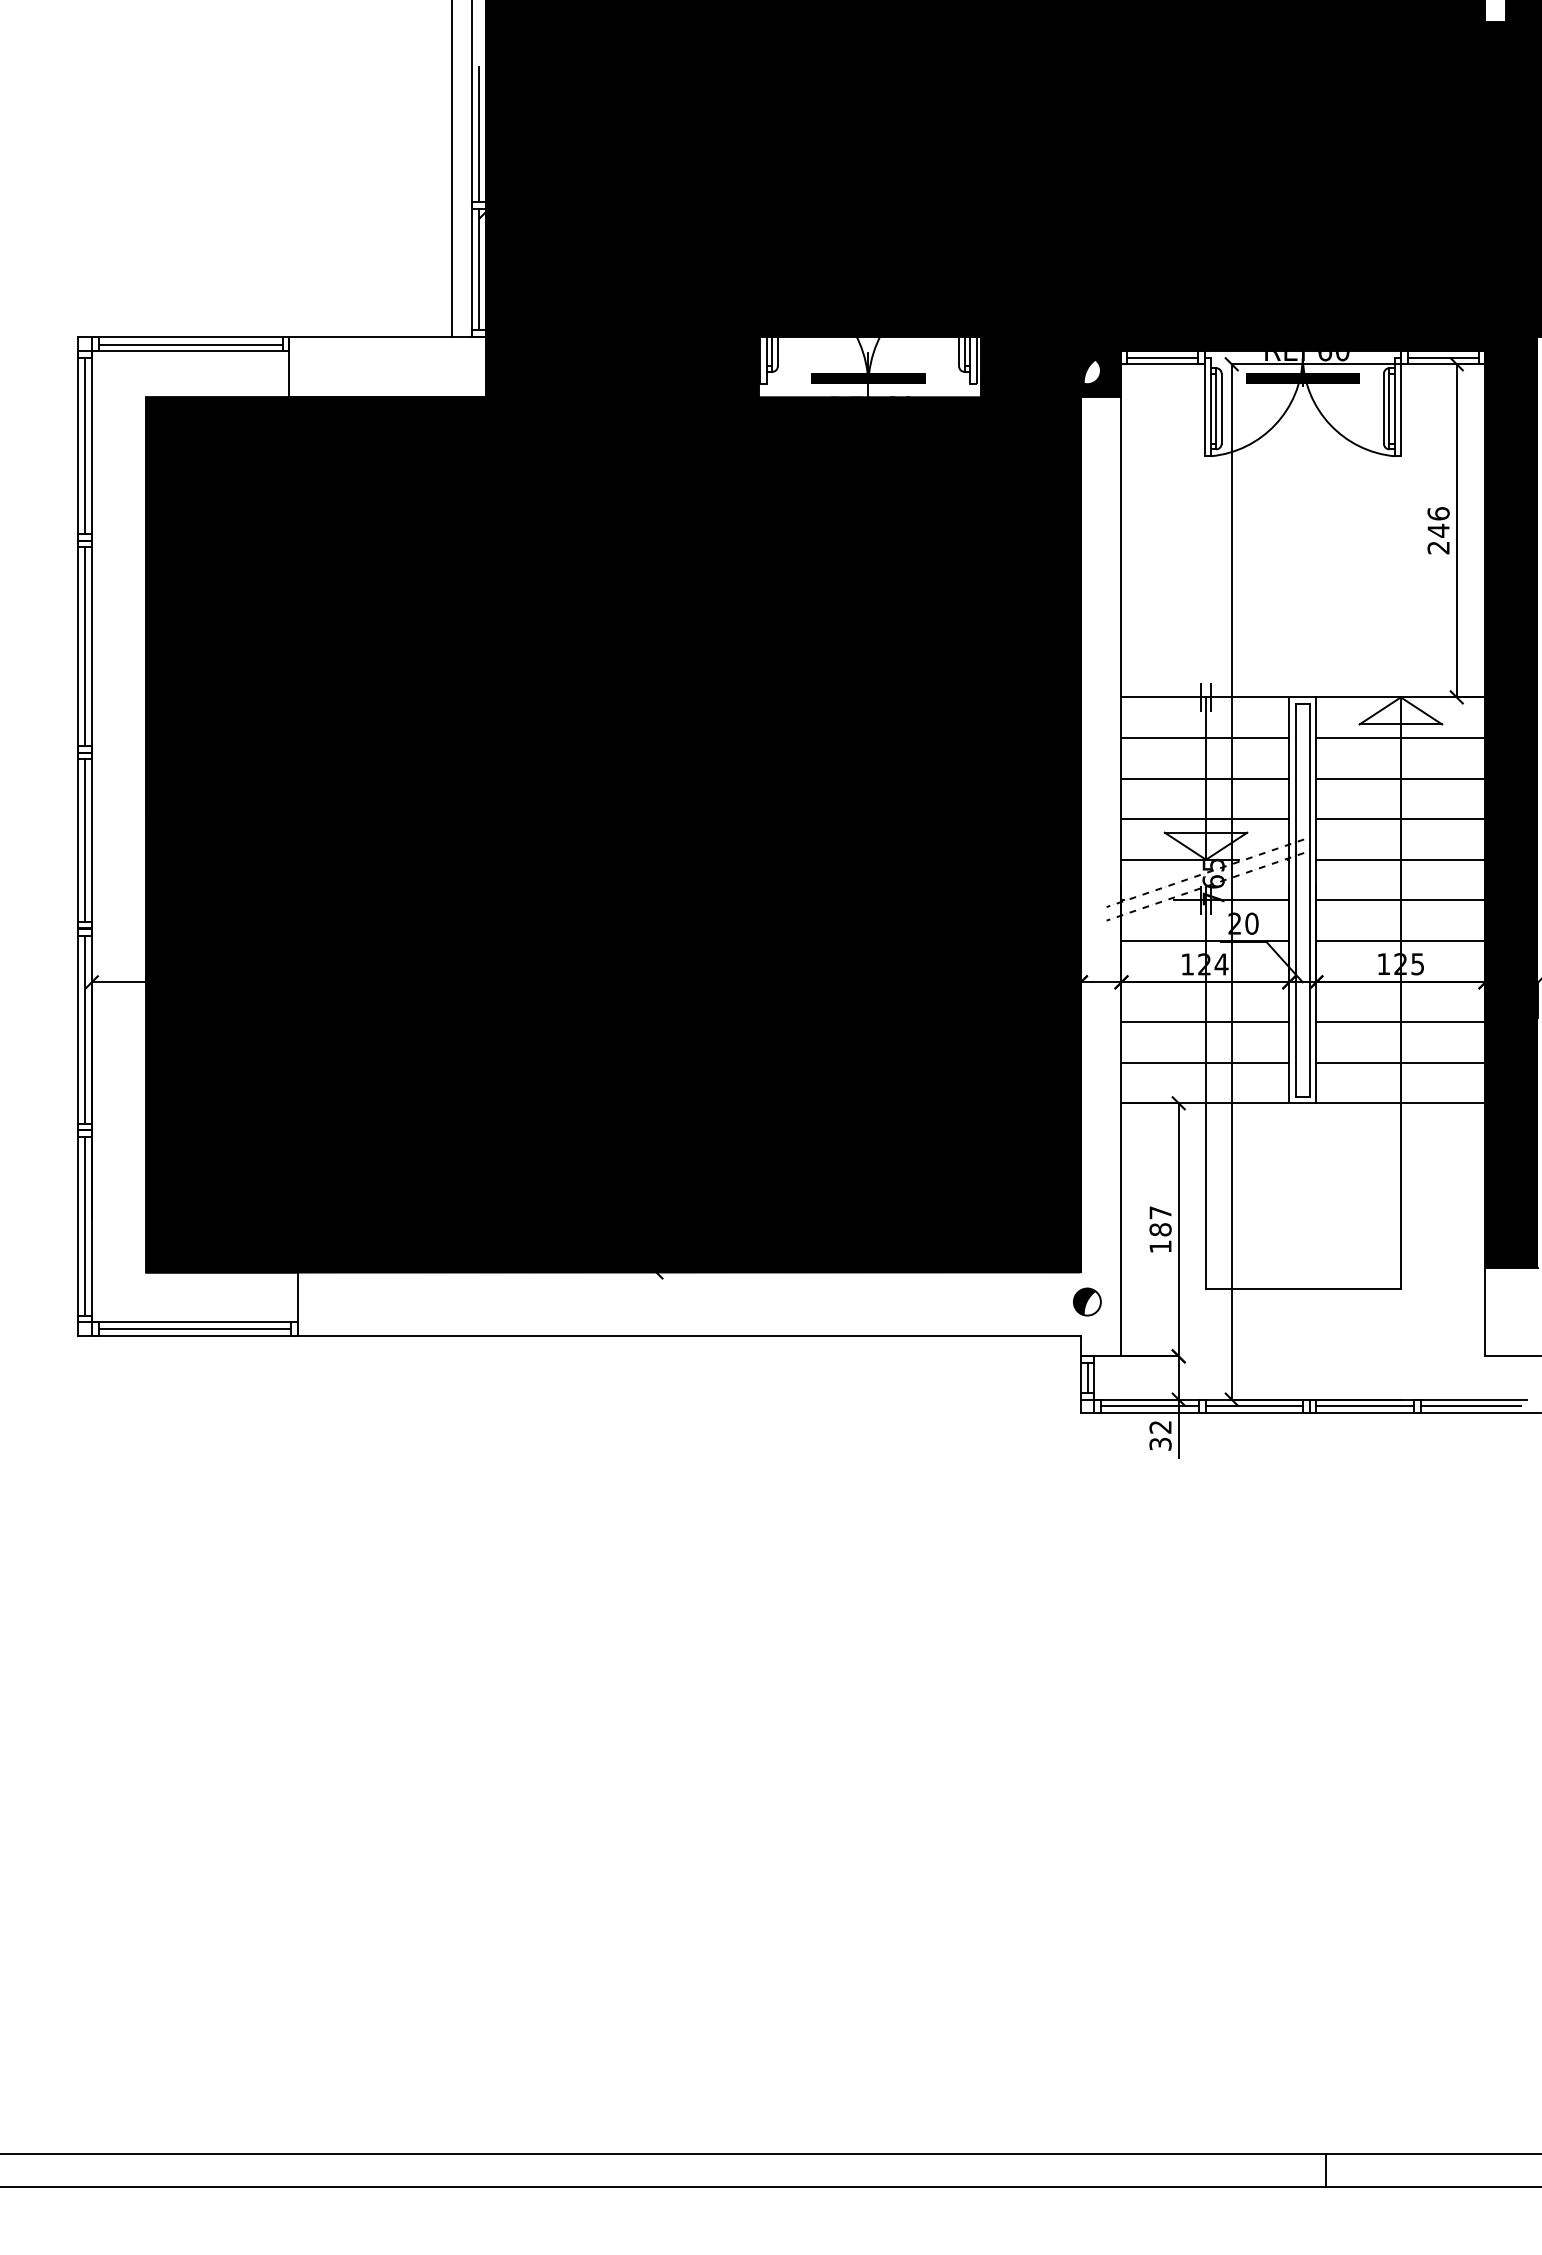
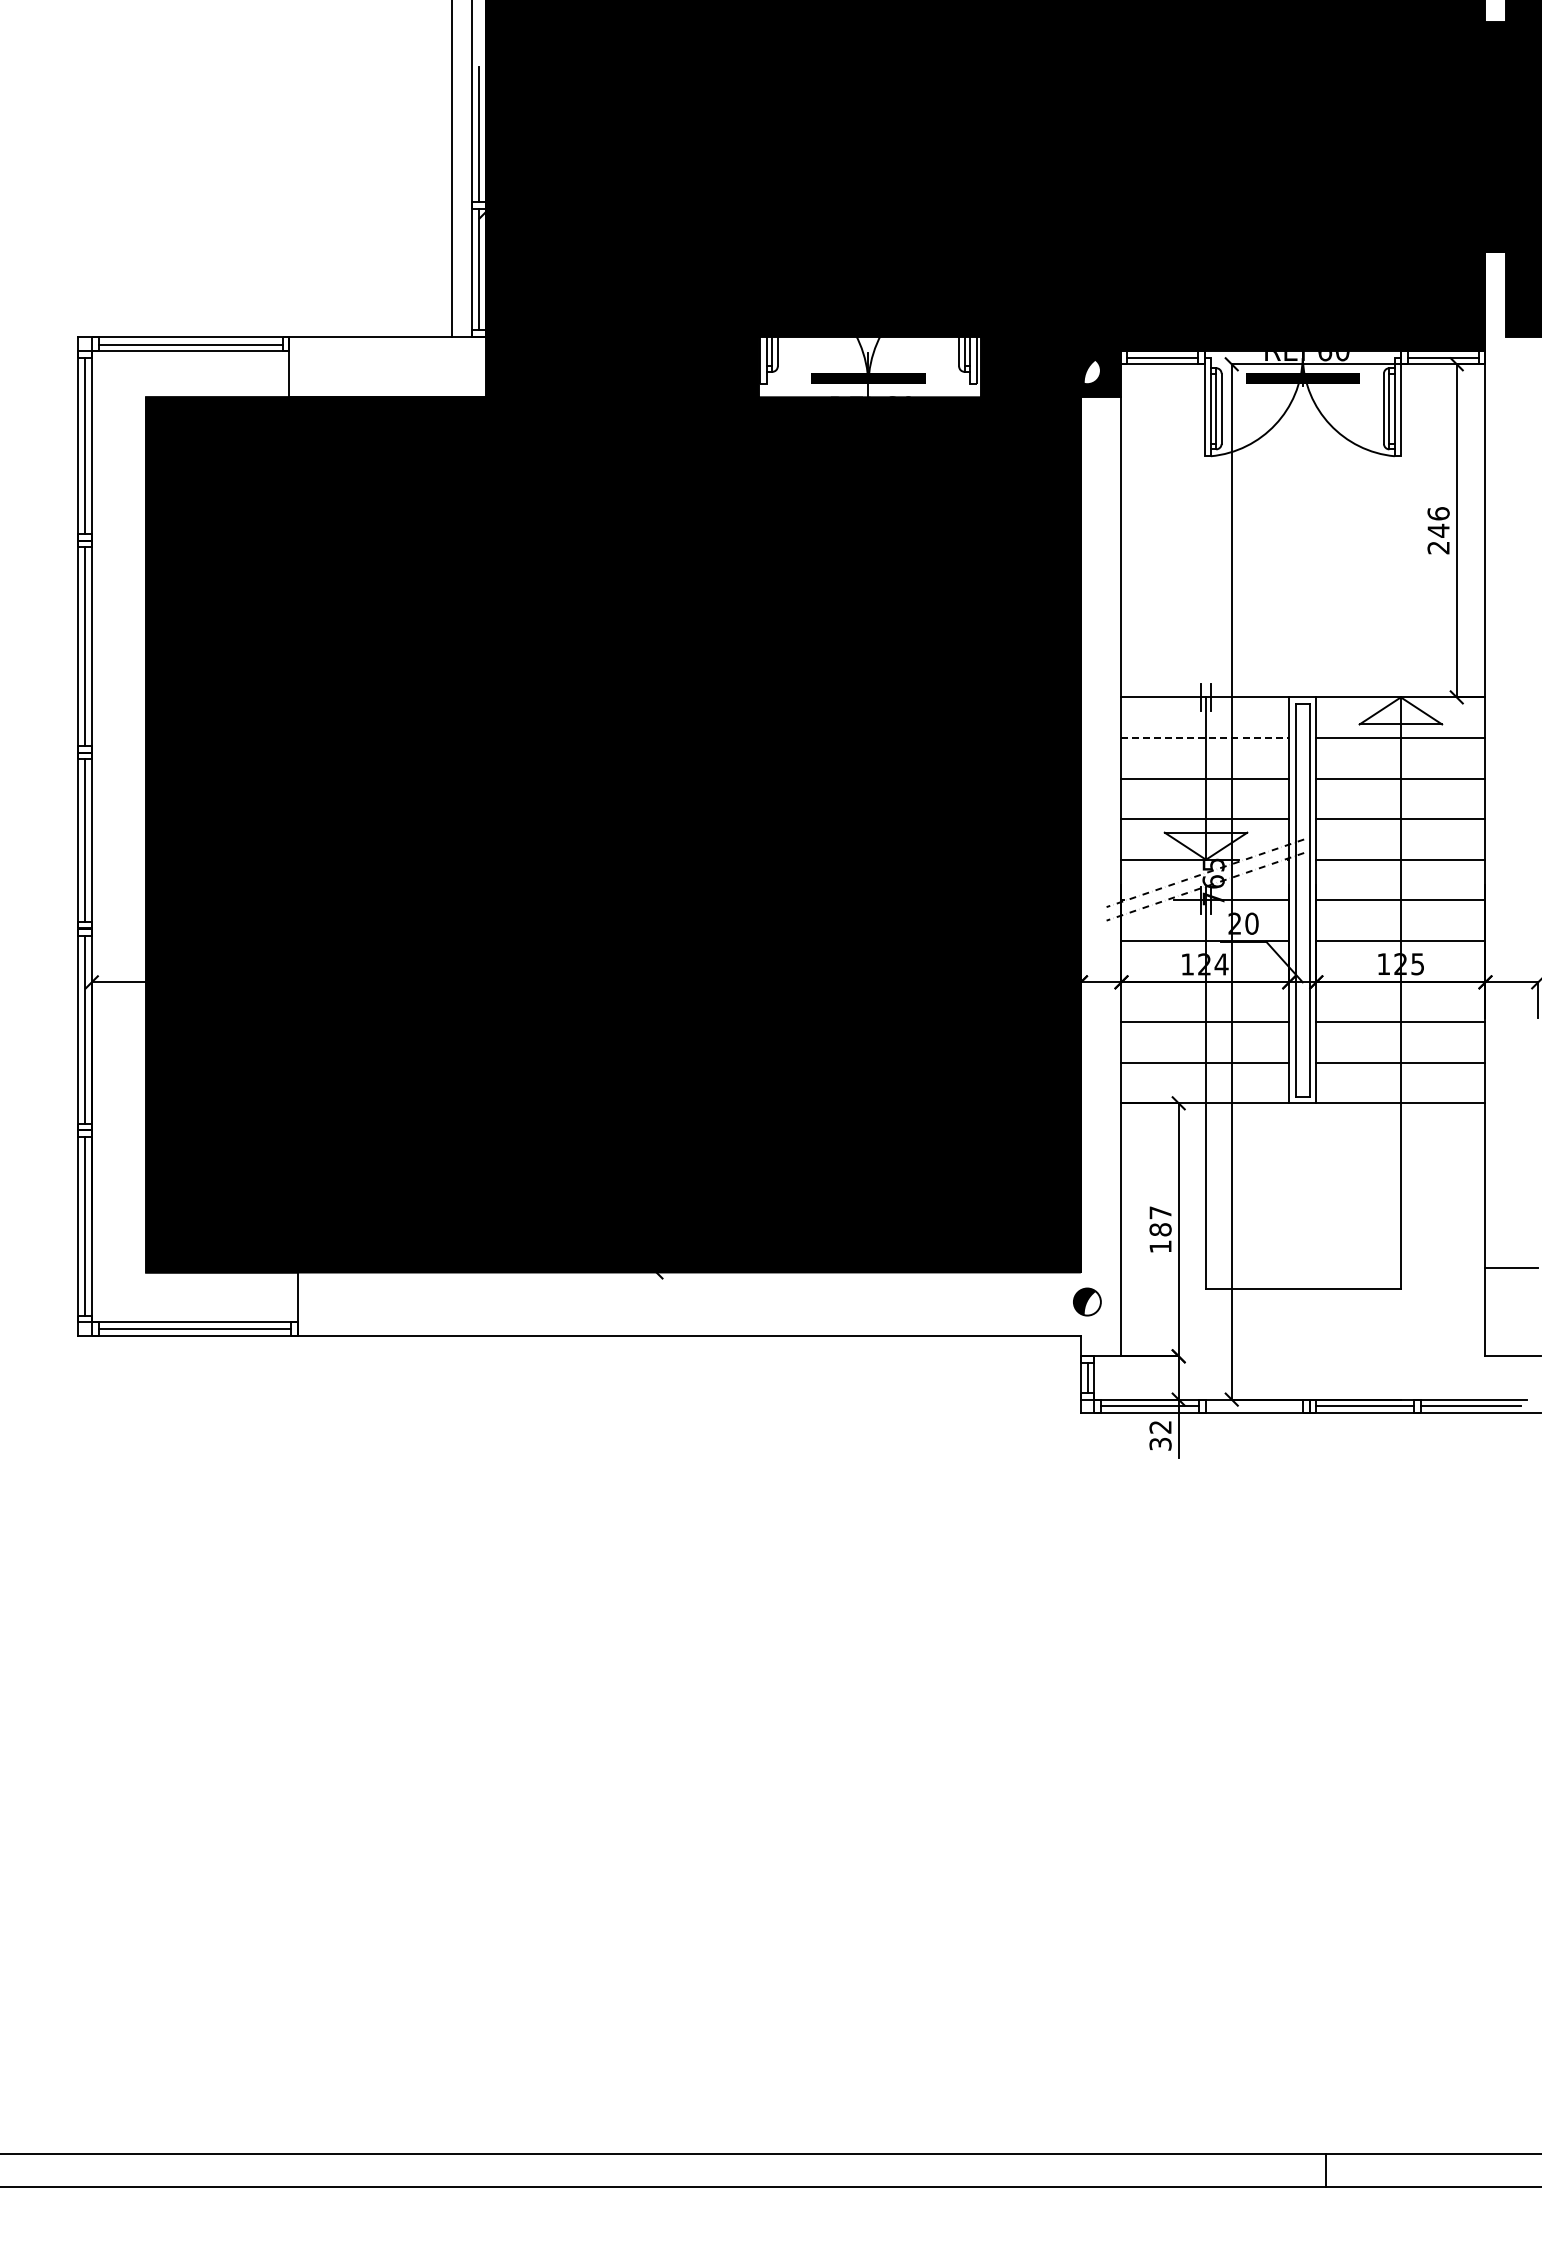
line at (1205, 737): solid -> dashed
fill at (1511, 760): present -> none
line at (1254, 1406): present -> none
